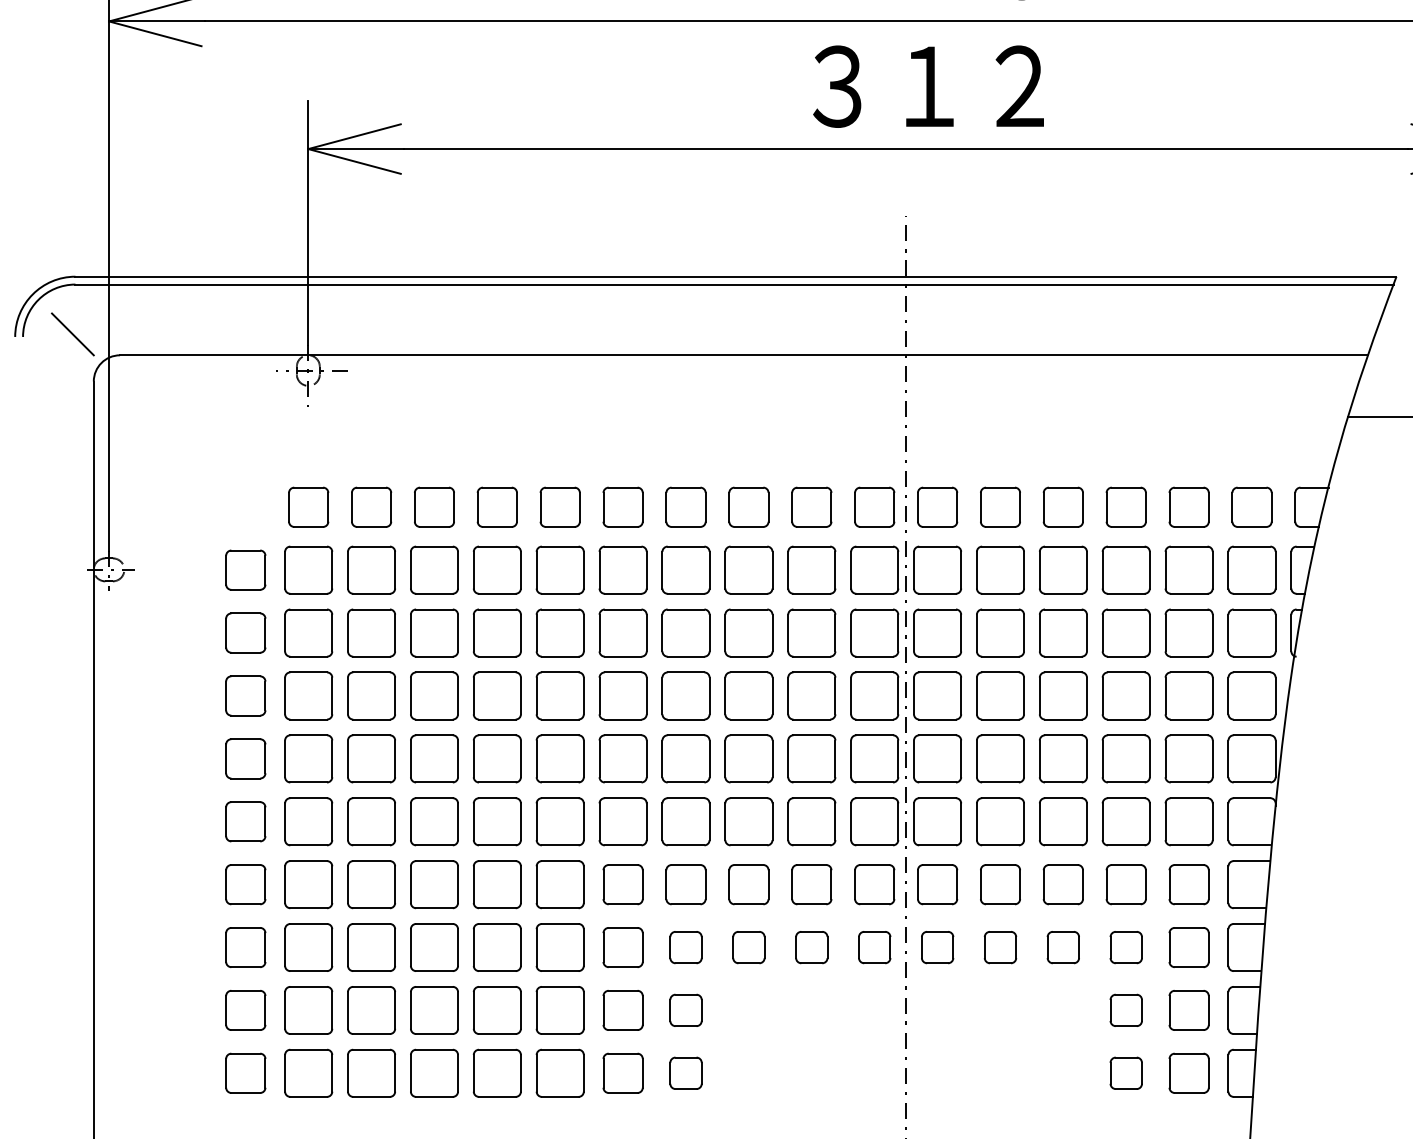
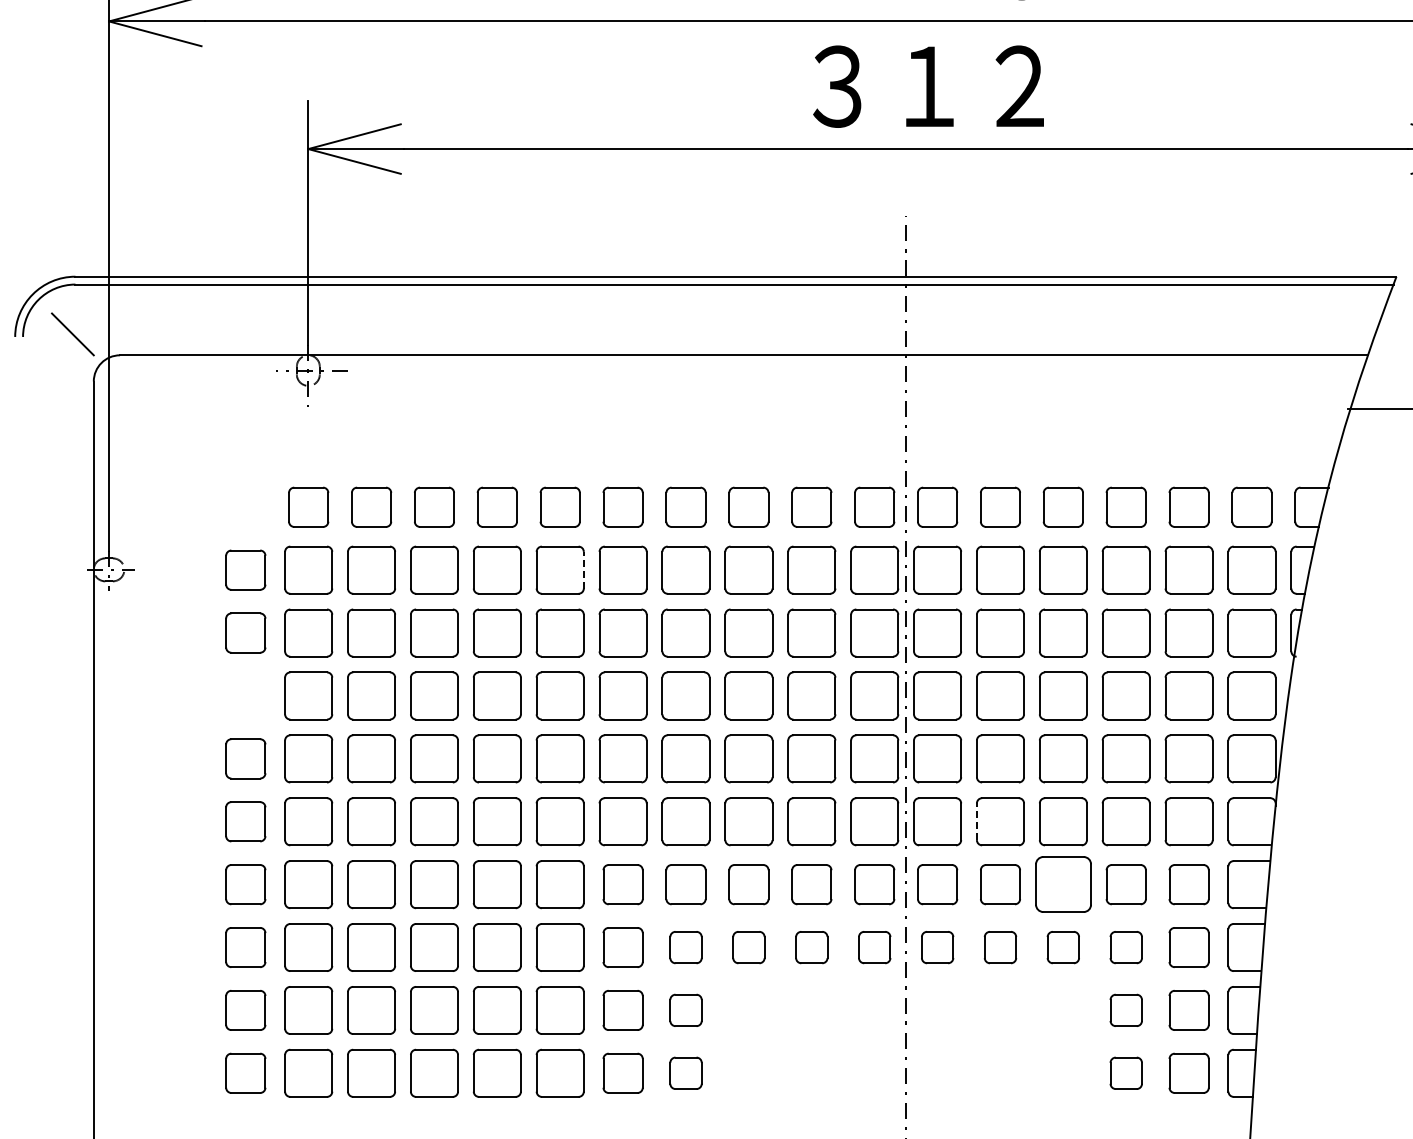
line at (1378, 416) position: (1378, 416) -> (1378, 408)
line at (583, 569): solid -> dashed
part at (245, 695): present -> none
line at (976, 821): solid -> dashed
part at (1062, 884) size: 42x42 px -> 57x57 px
